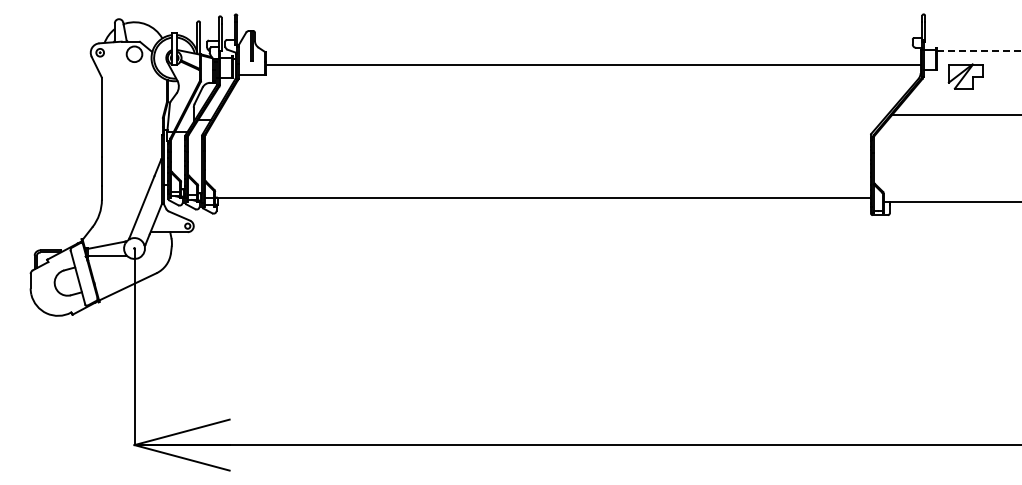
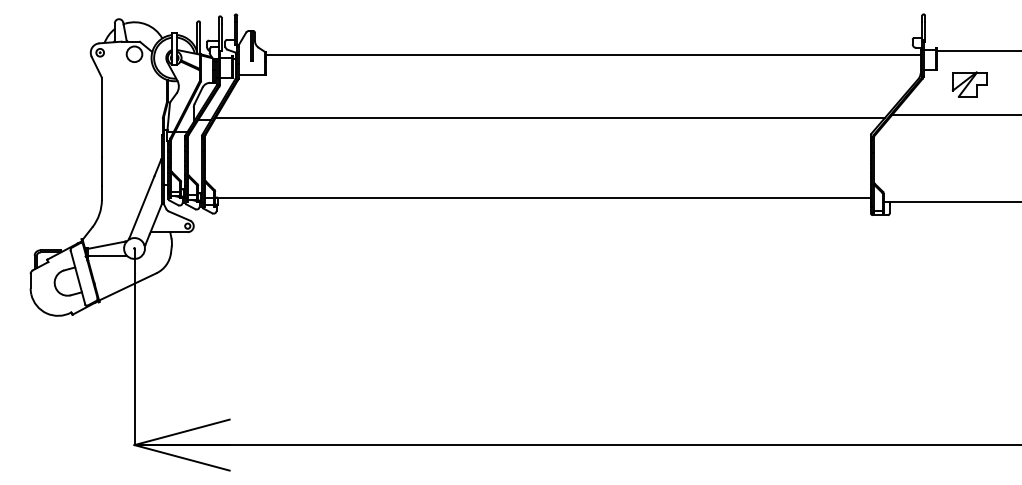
line at (979, 51): dashed -> solid
line at (593, 65) position: (593, 65) -> (593, 55)
part at (965, 76) position: (965, 76) -> (969, 84)
line at (549, 118): none -> present
